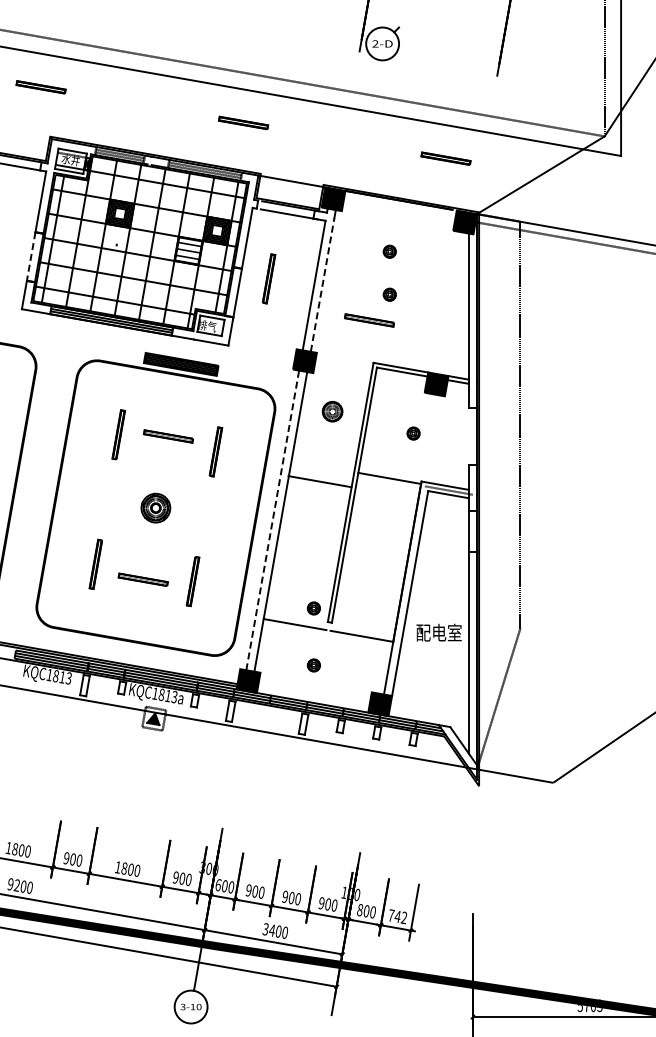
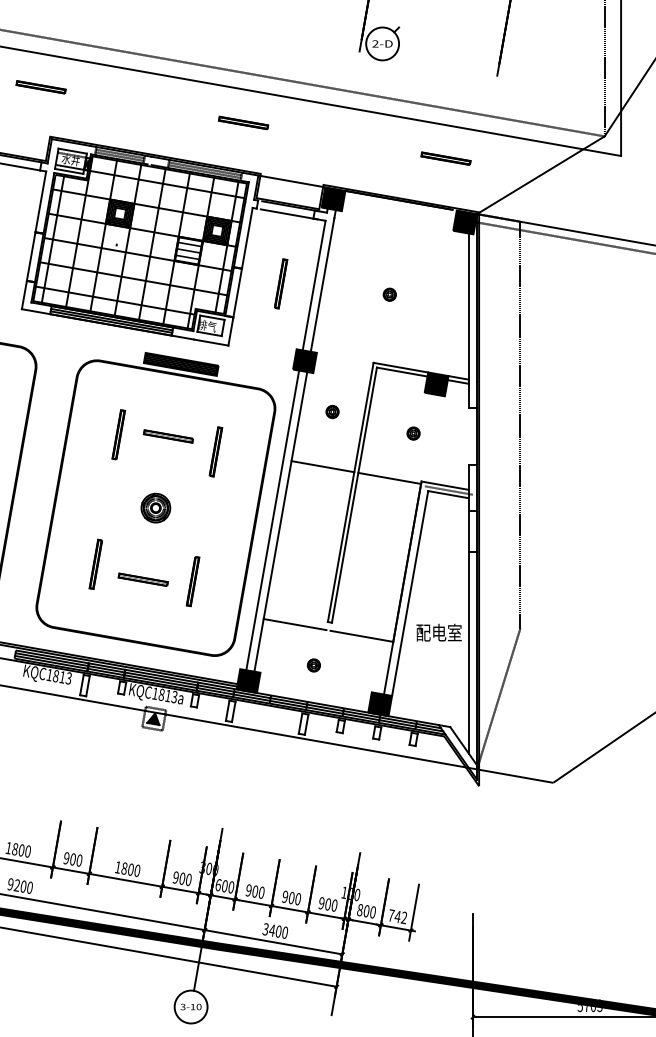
part at (389, 251): present -> none
line at (31, 256): dashed -> solid
part at (269, 278) position: (269, 278) -> (281, 283)
line at (322, 284): dashed -> solid
part at (369, 320): present -> none
part at (332, 411) size: 23x22 px -> 15x15 px
line at (319, 481) position: (319, 481) -> (322, 466)
line at (272, 519): dashed -> solid
part at (313, 608): present -> none
